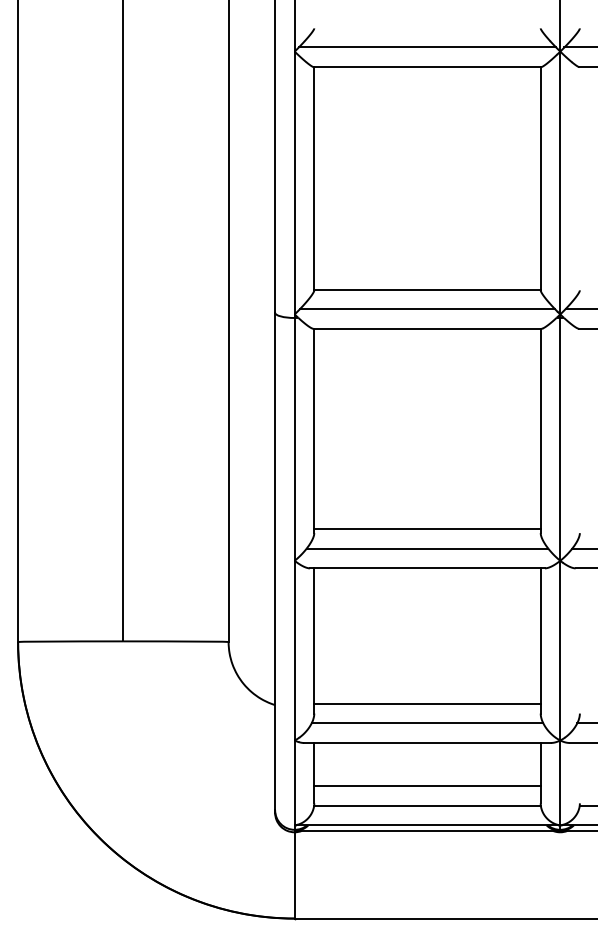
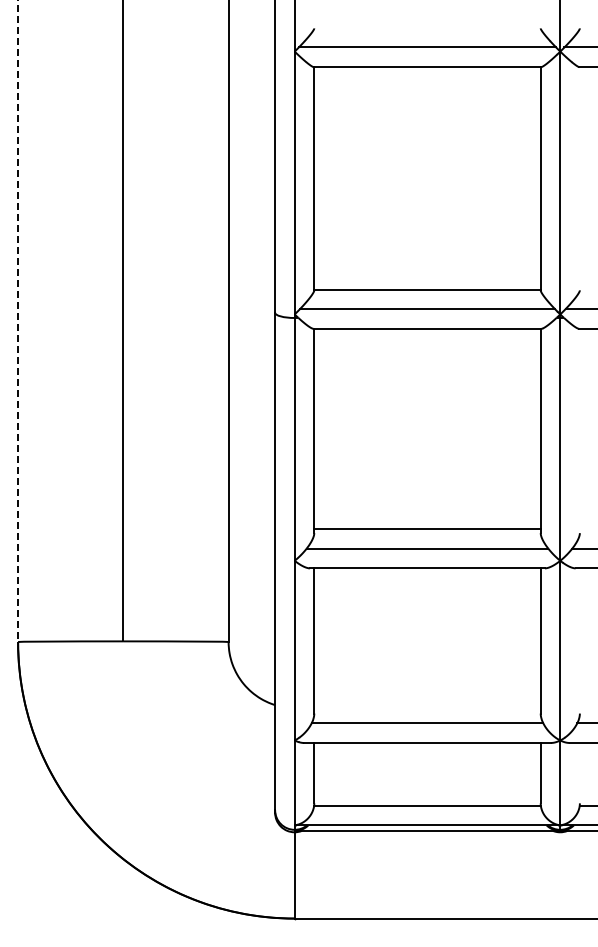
line at (18, 321): solid -> dashed
line at (427, 703): present -> none
line at (427, 786): present -> none
